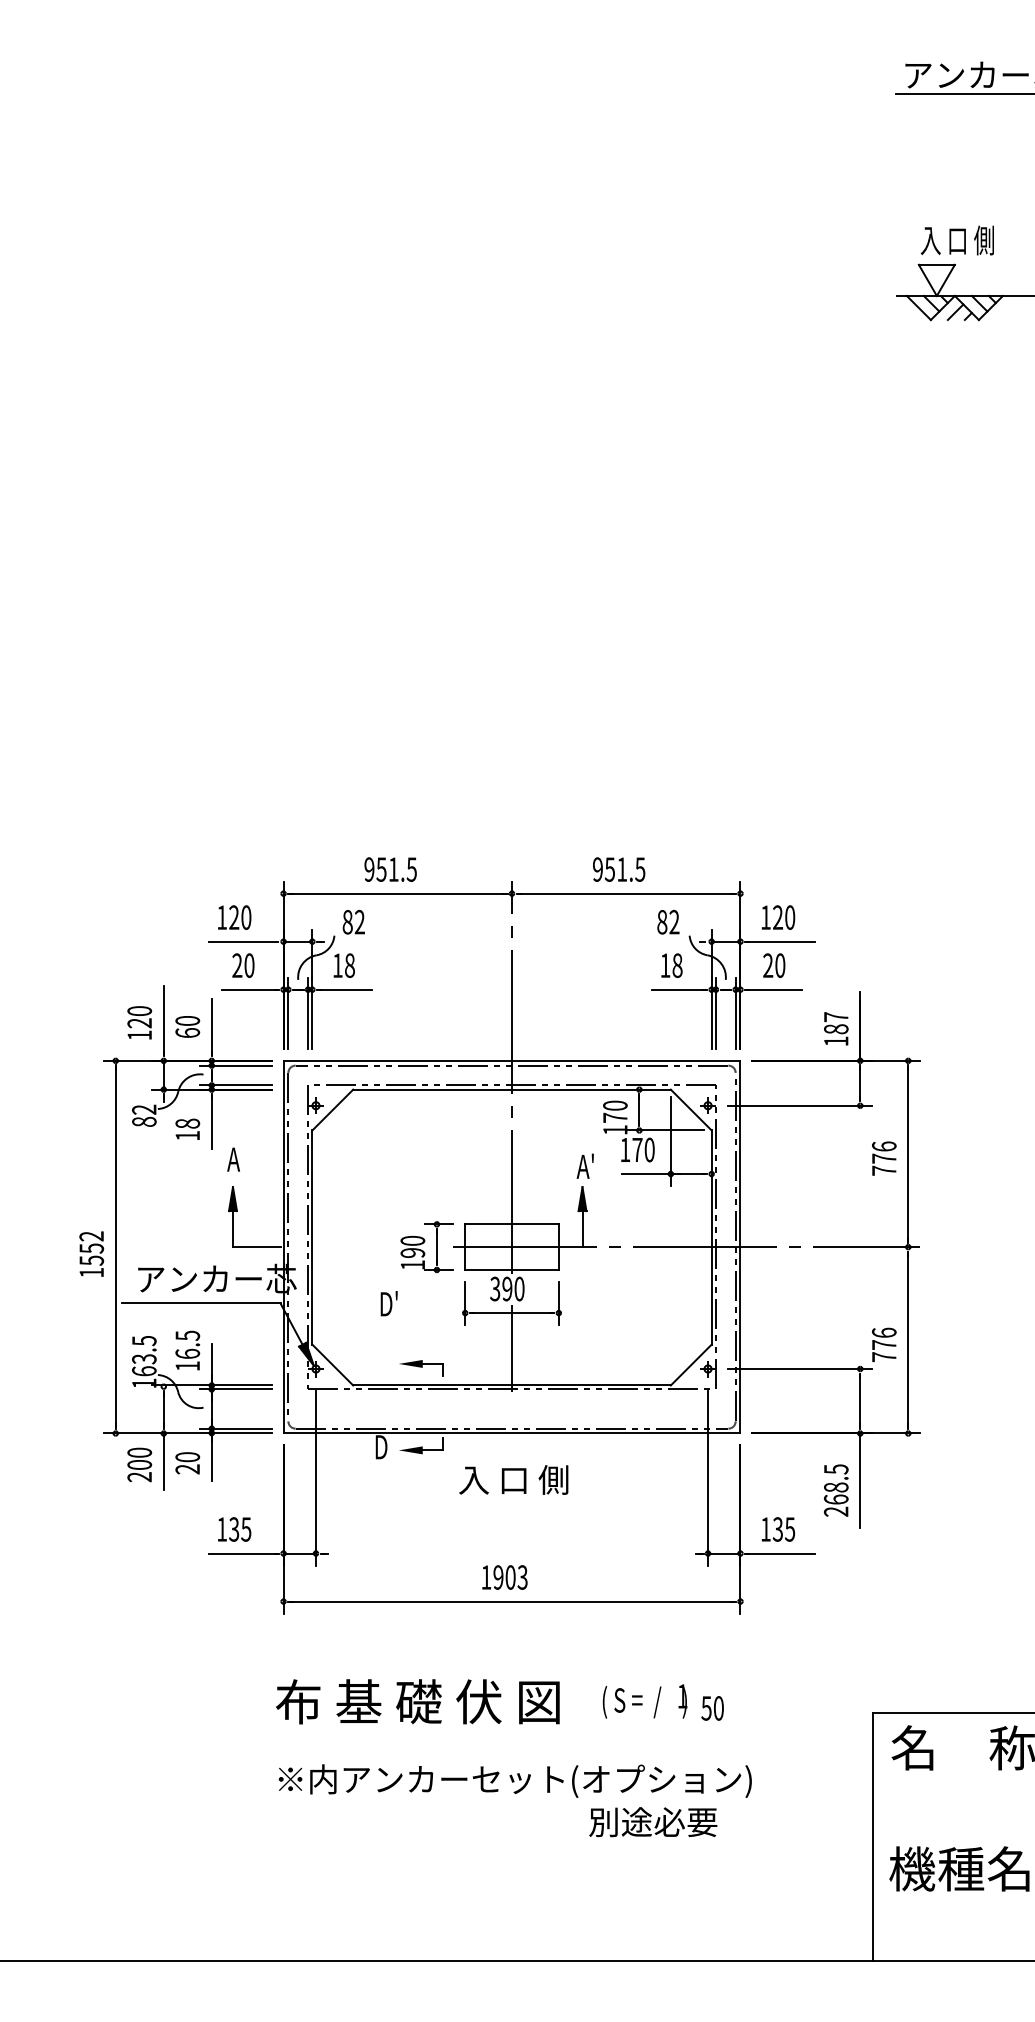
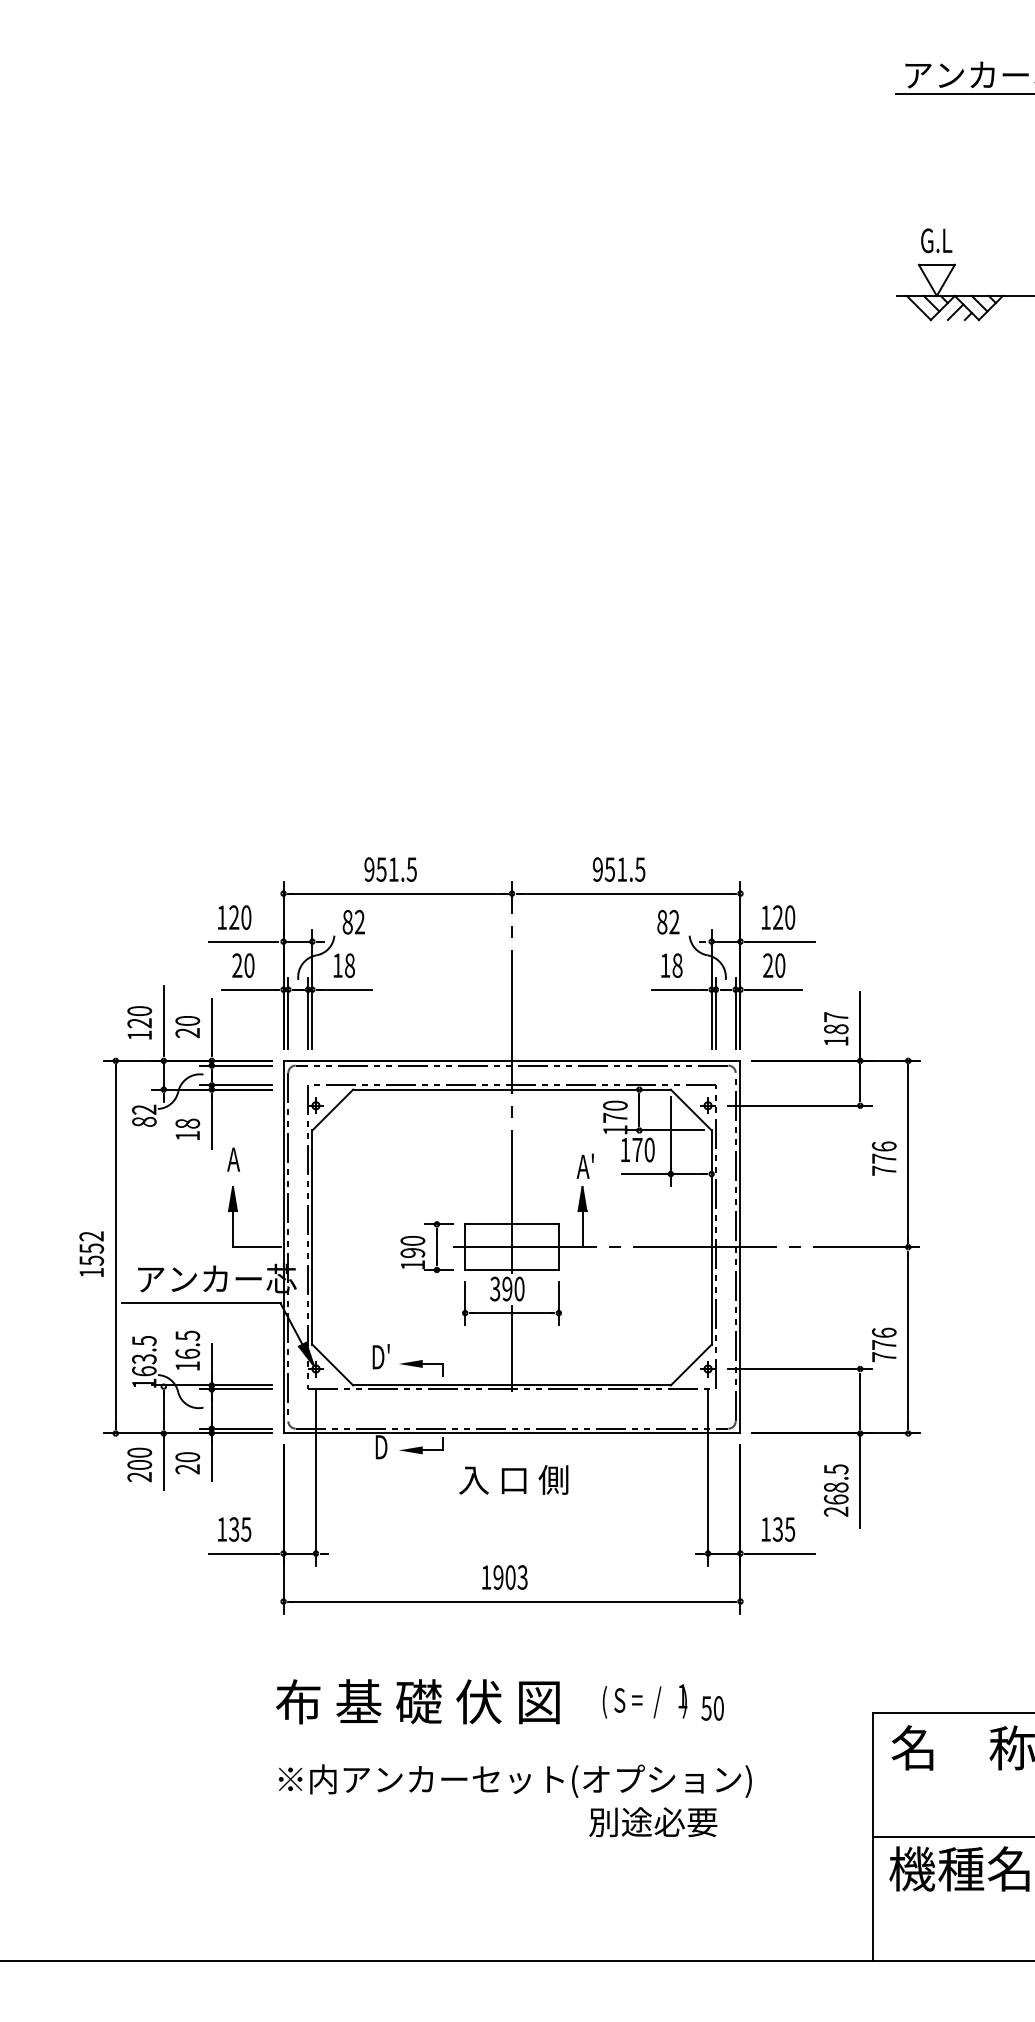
text at (956, 240): 入 口 側 -> G.L
text at (187, 1033): 60 -> 20
text at (388, 1303) position: (388, 1303) -> (380, 1356)
line at (952, 1837): none -> present
